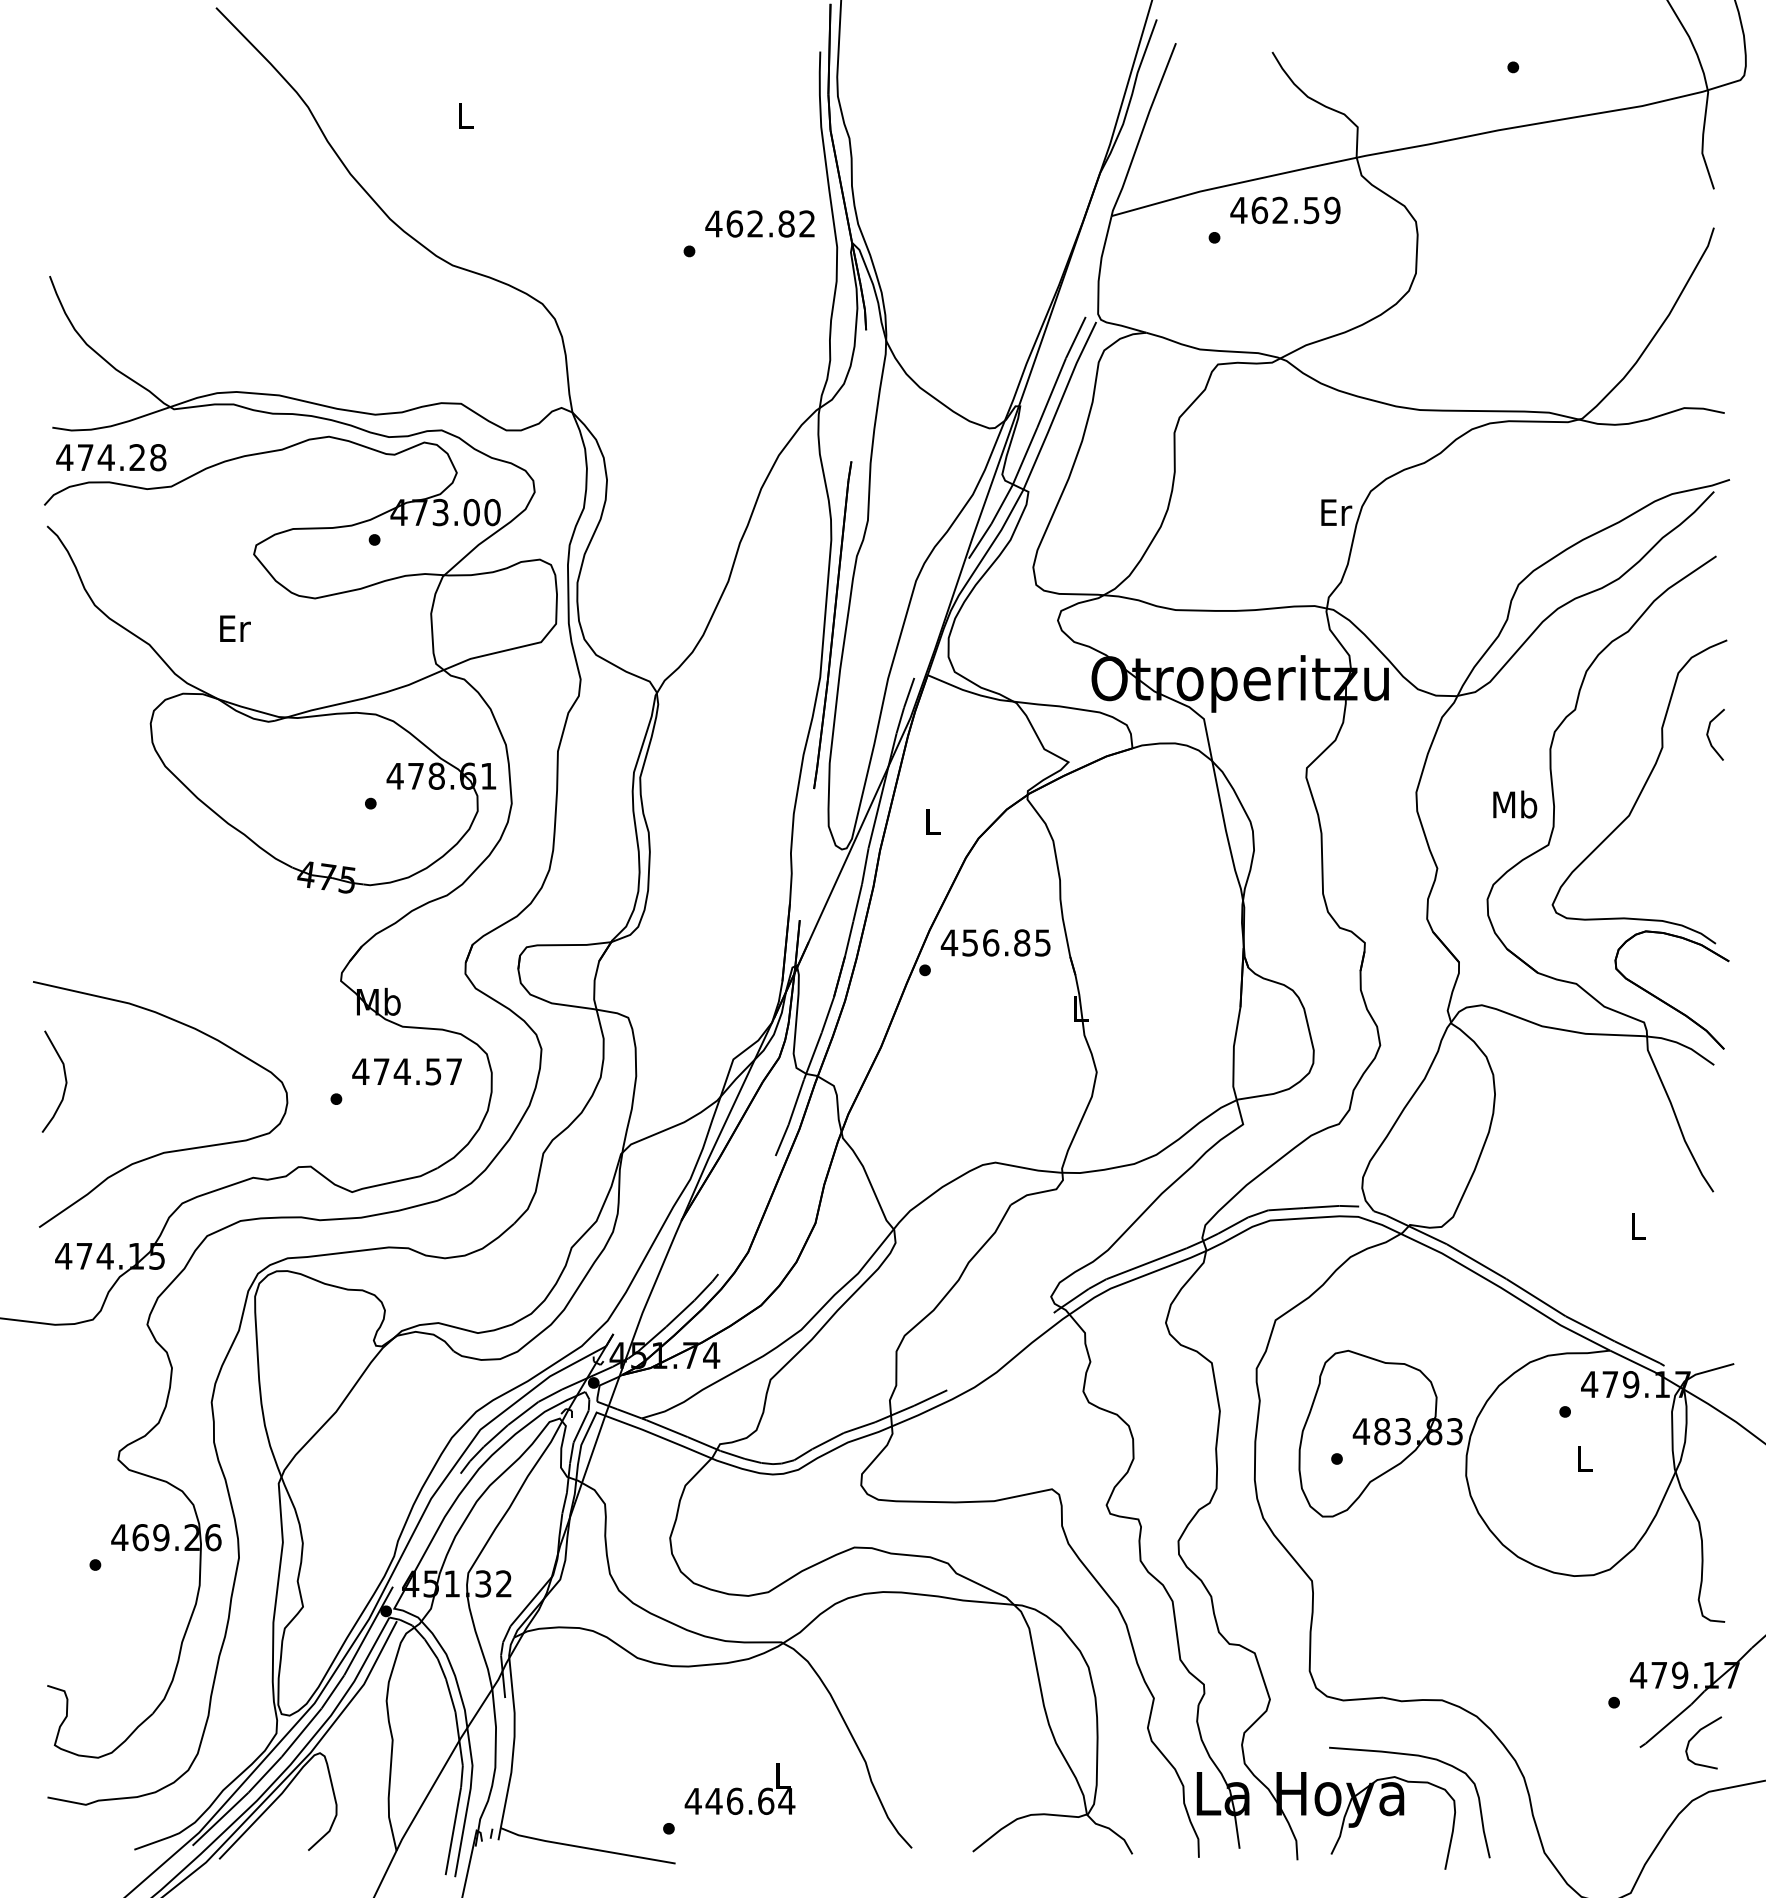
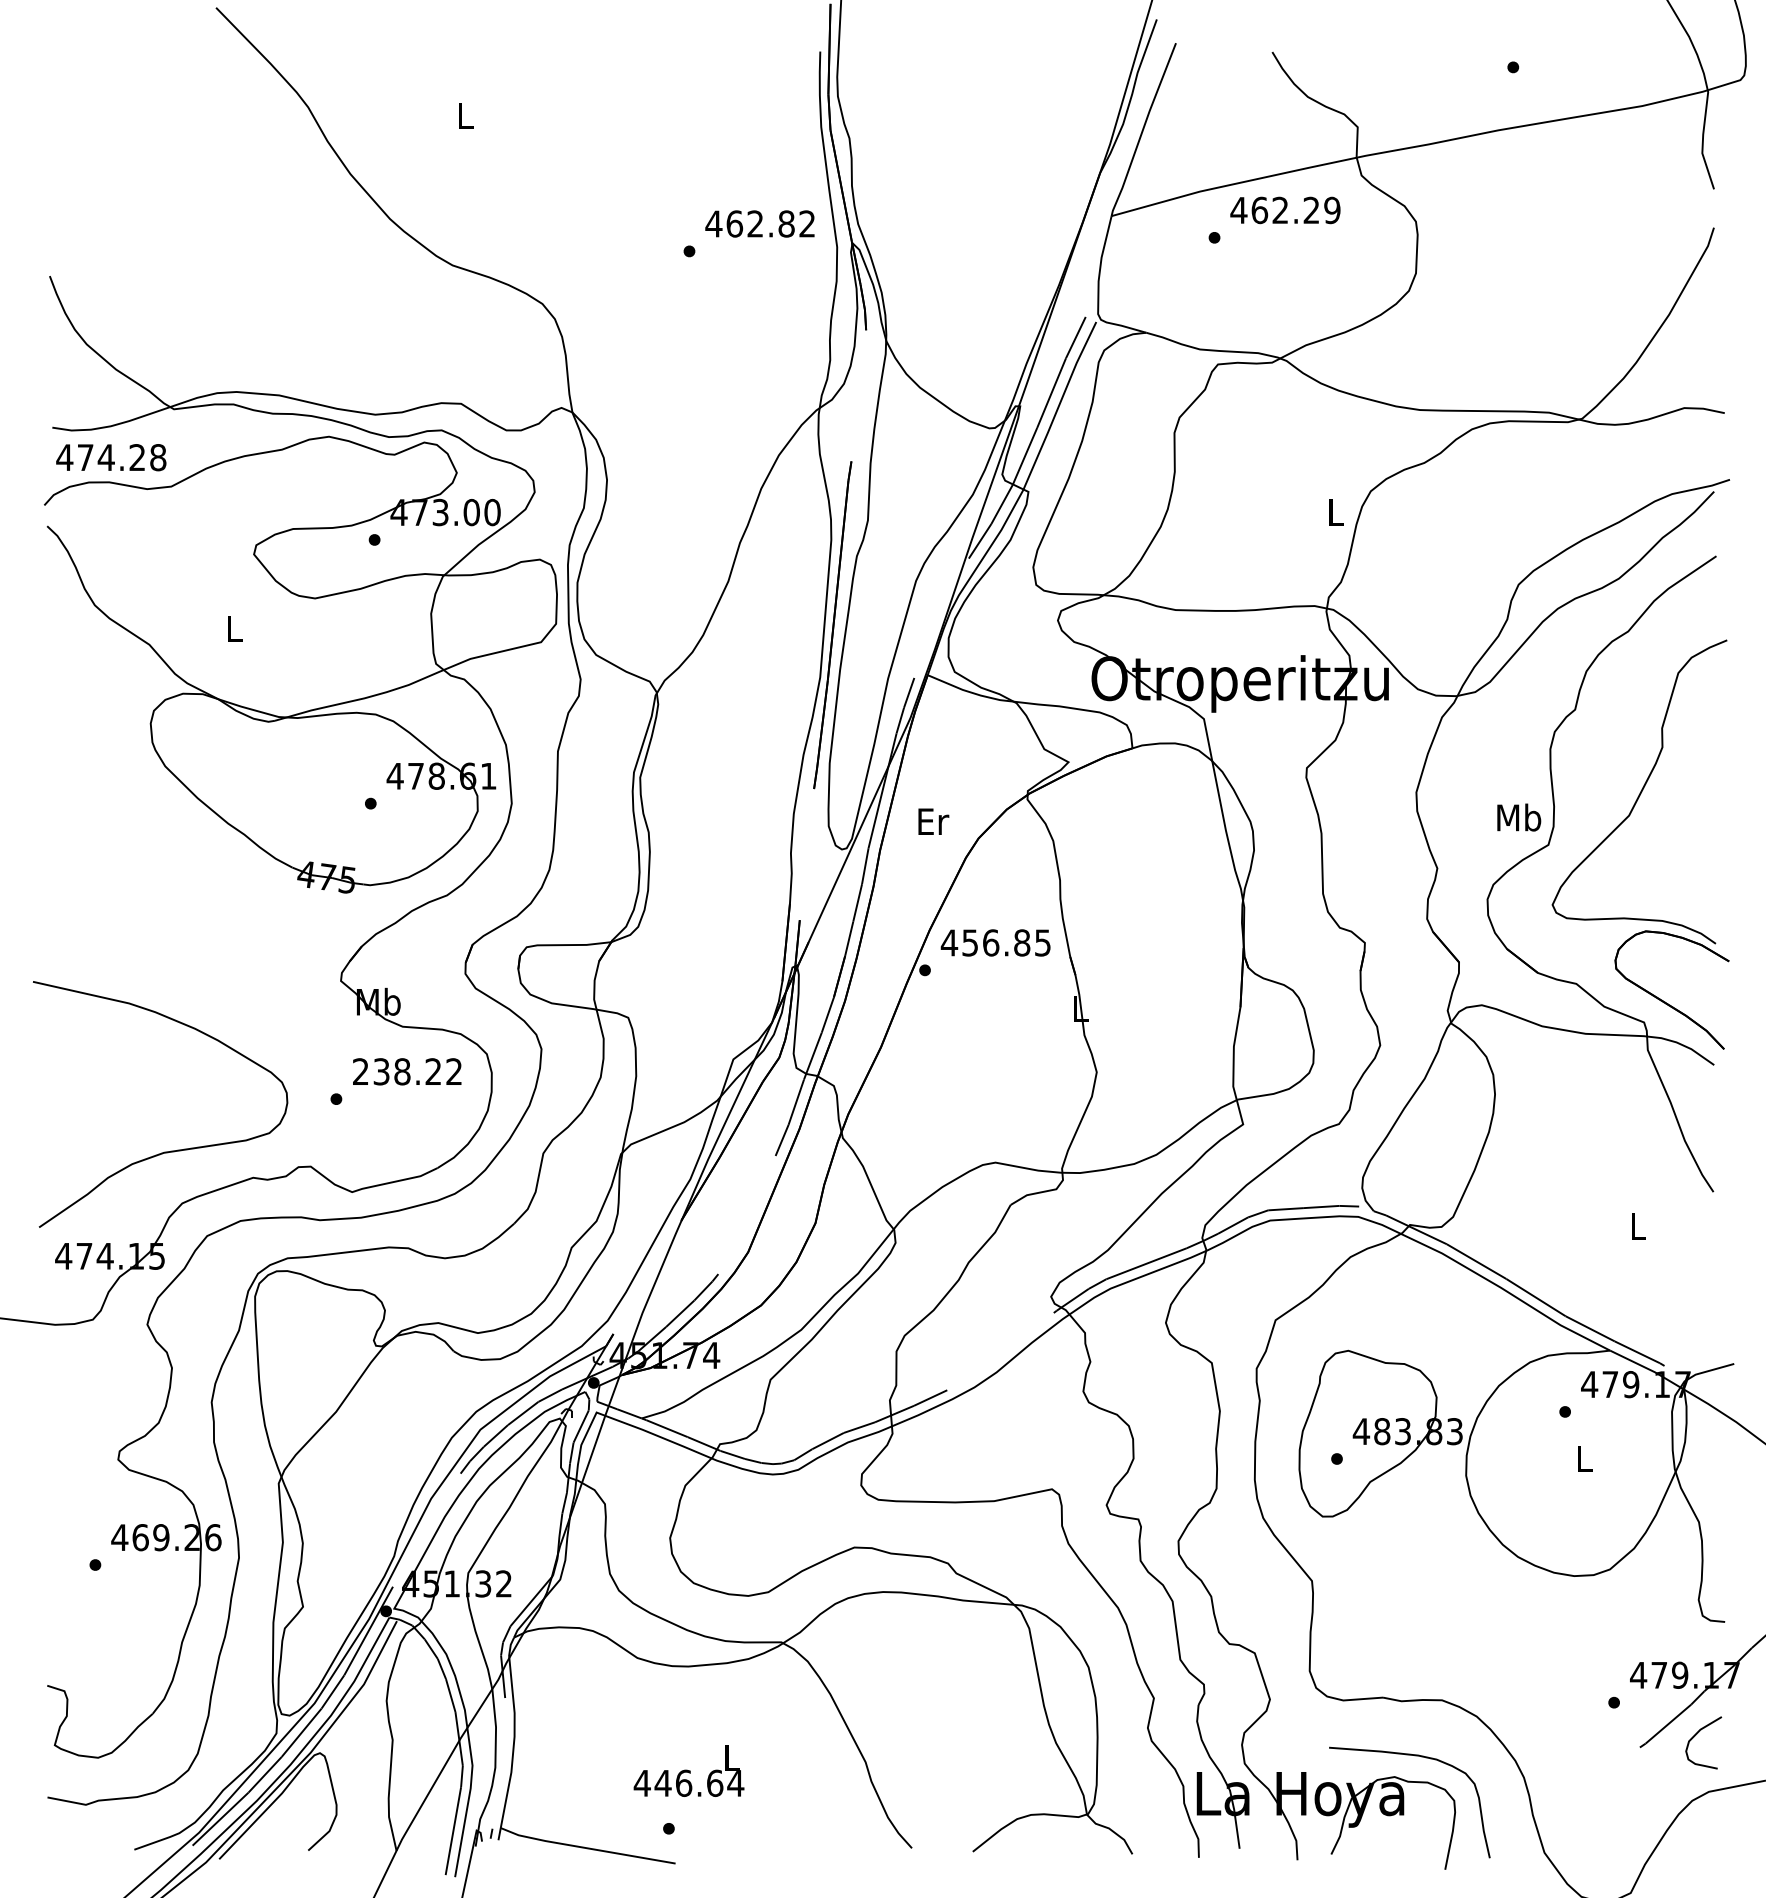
text at (1311, 210): 462.59 -> 462.29
text at (1336, 512): Er -> L
text at (235, 628): Er -> L
line at (1709, 737): present -> none
text at (1515, 804) position: (1515, 804) -> (1519, 817)
text at (933, 821): L -> Er
text at (406, 1071): 474.57 -> 238.22
curve at (64, 1077): present -> none
text at (739, 1788) position: (739, 1788) -> (688, 1770)
